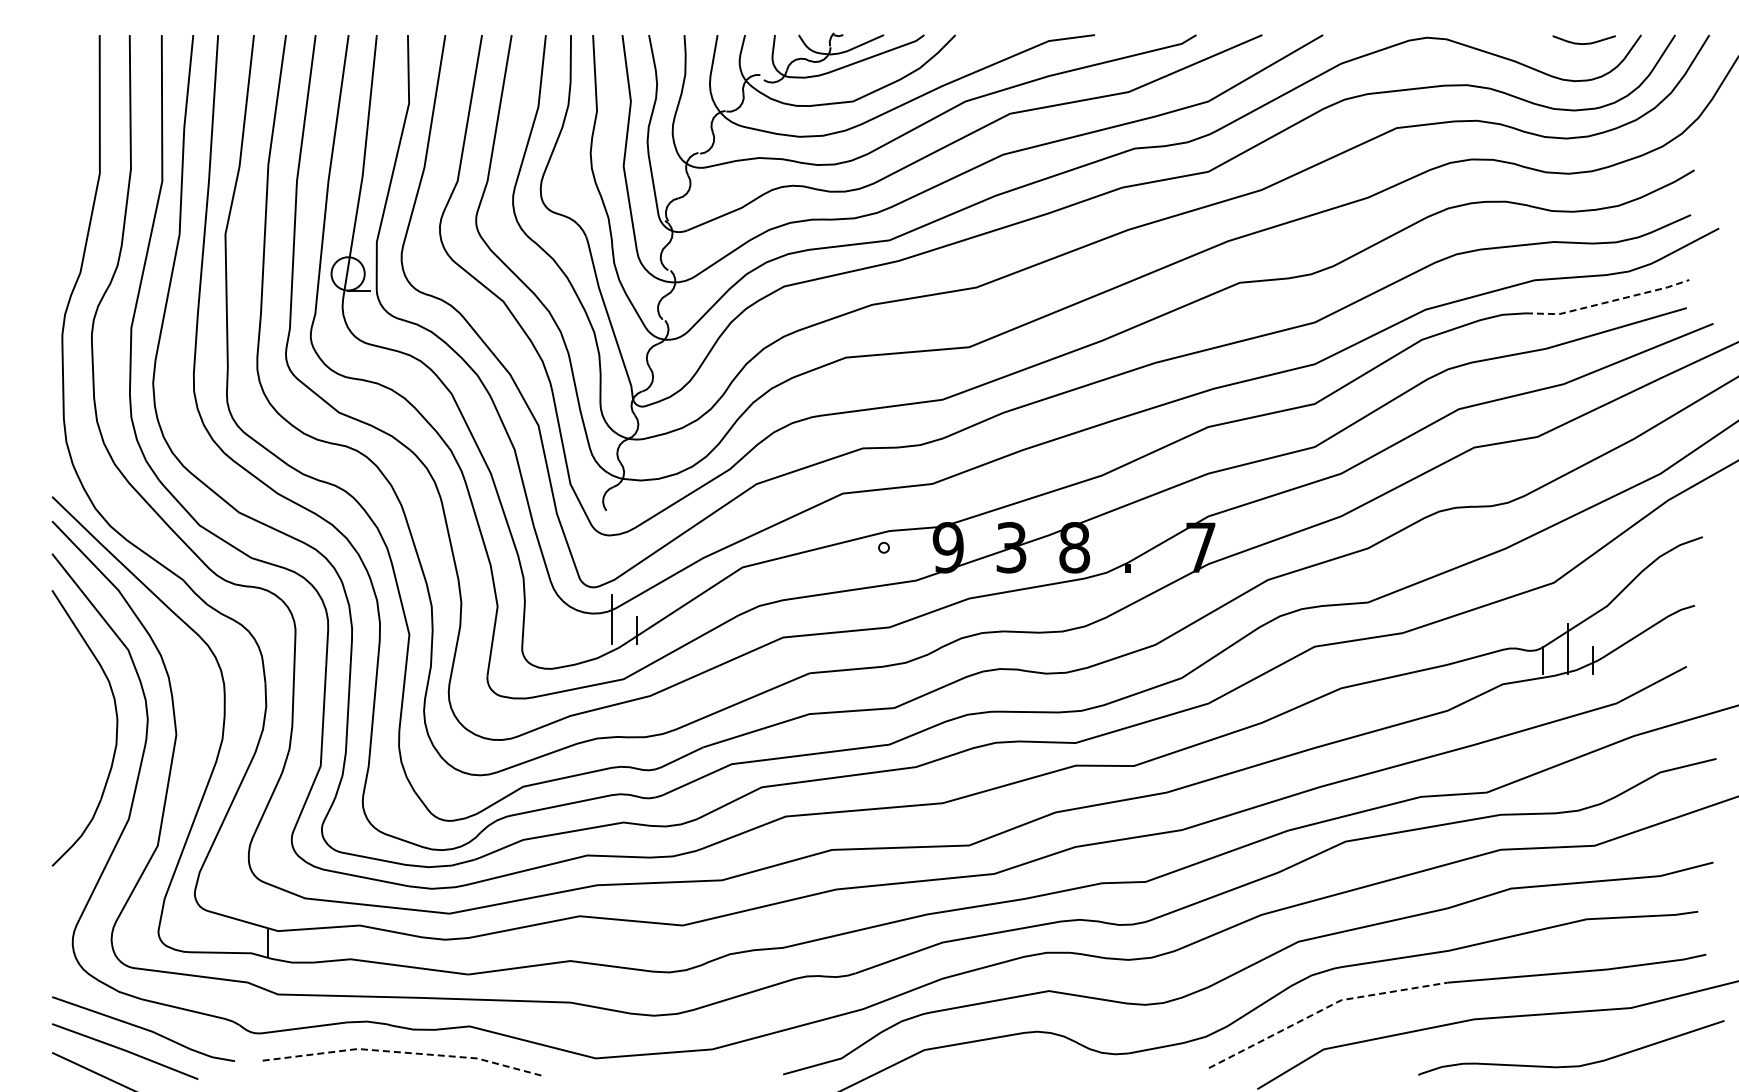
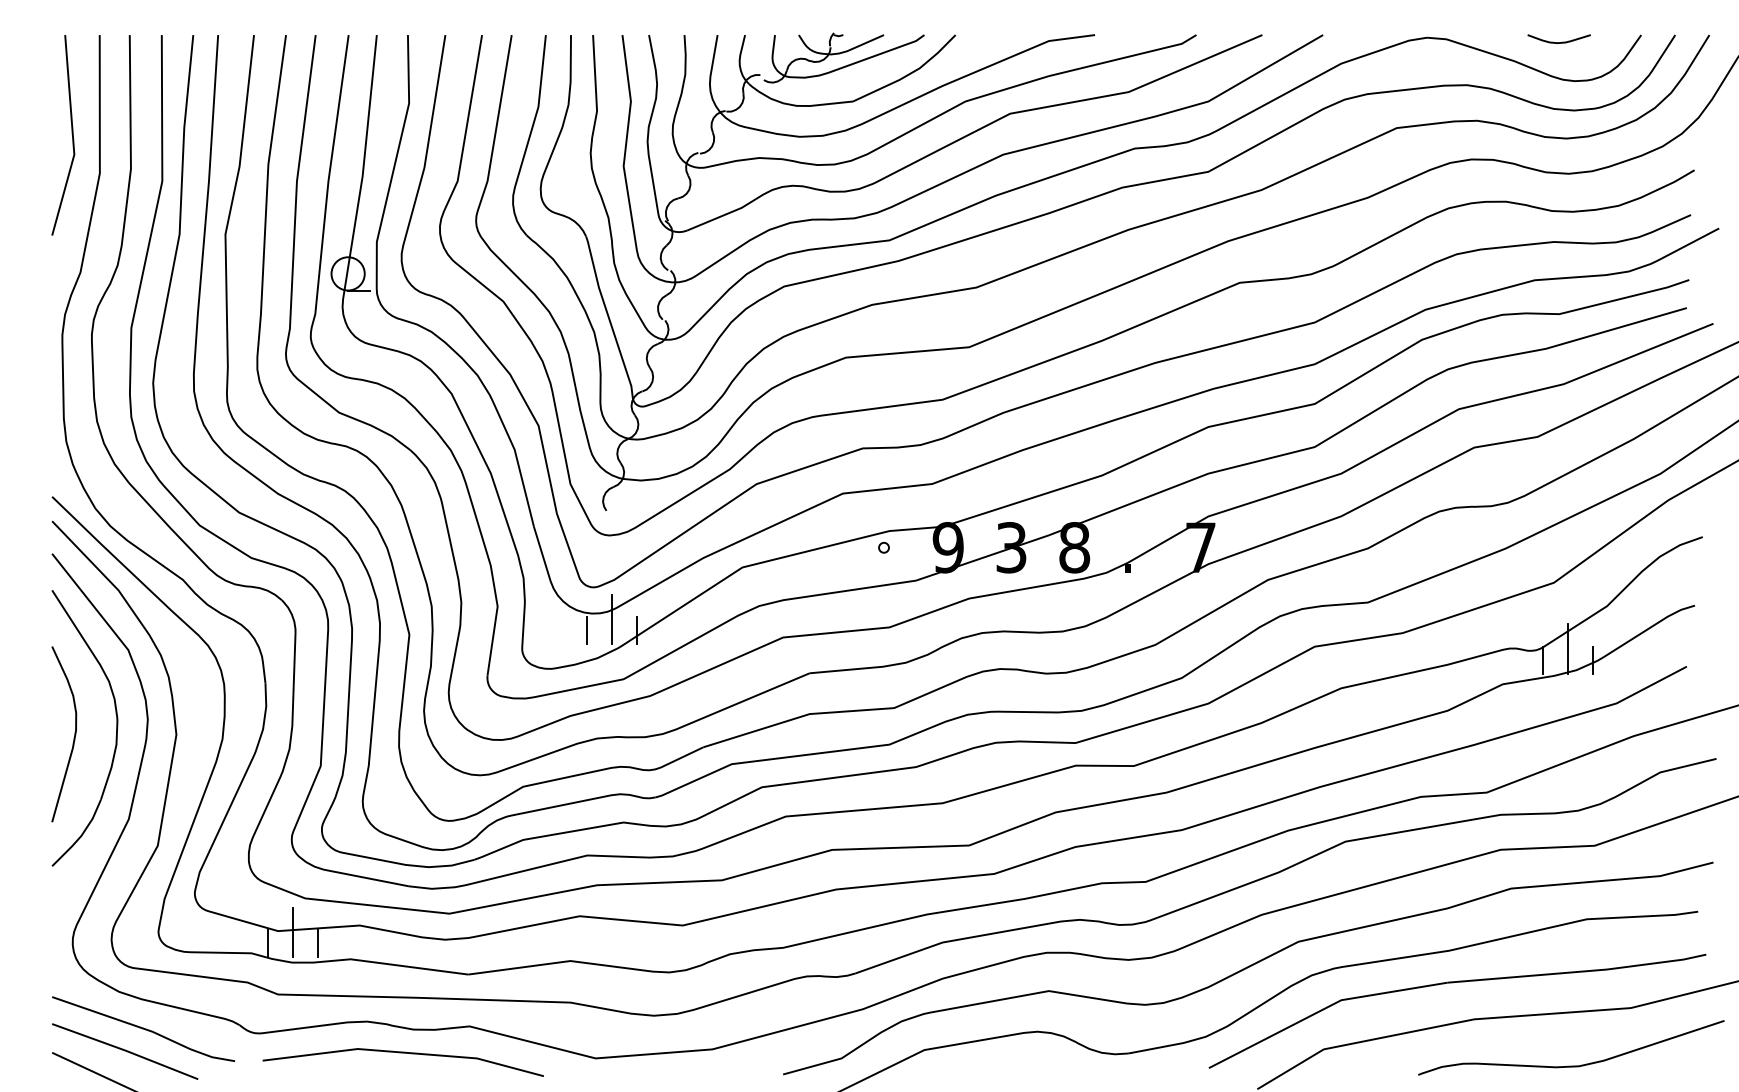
curve at (1583, 43) position: (1583, 43) -> (1558, 42)
line at (71, 134): none -> present
line at (1608, 302): dashed -> solid
line at (587, 630): none -> present
curve at (73, 737): none -> present
line at (292, 932): none -> present
line at (317, 943): none -> present
line at (1323, 1009): dashed -> solid
line at (404, 1052): dashed -> solid
